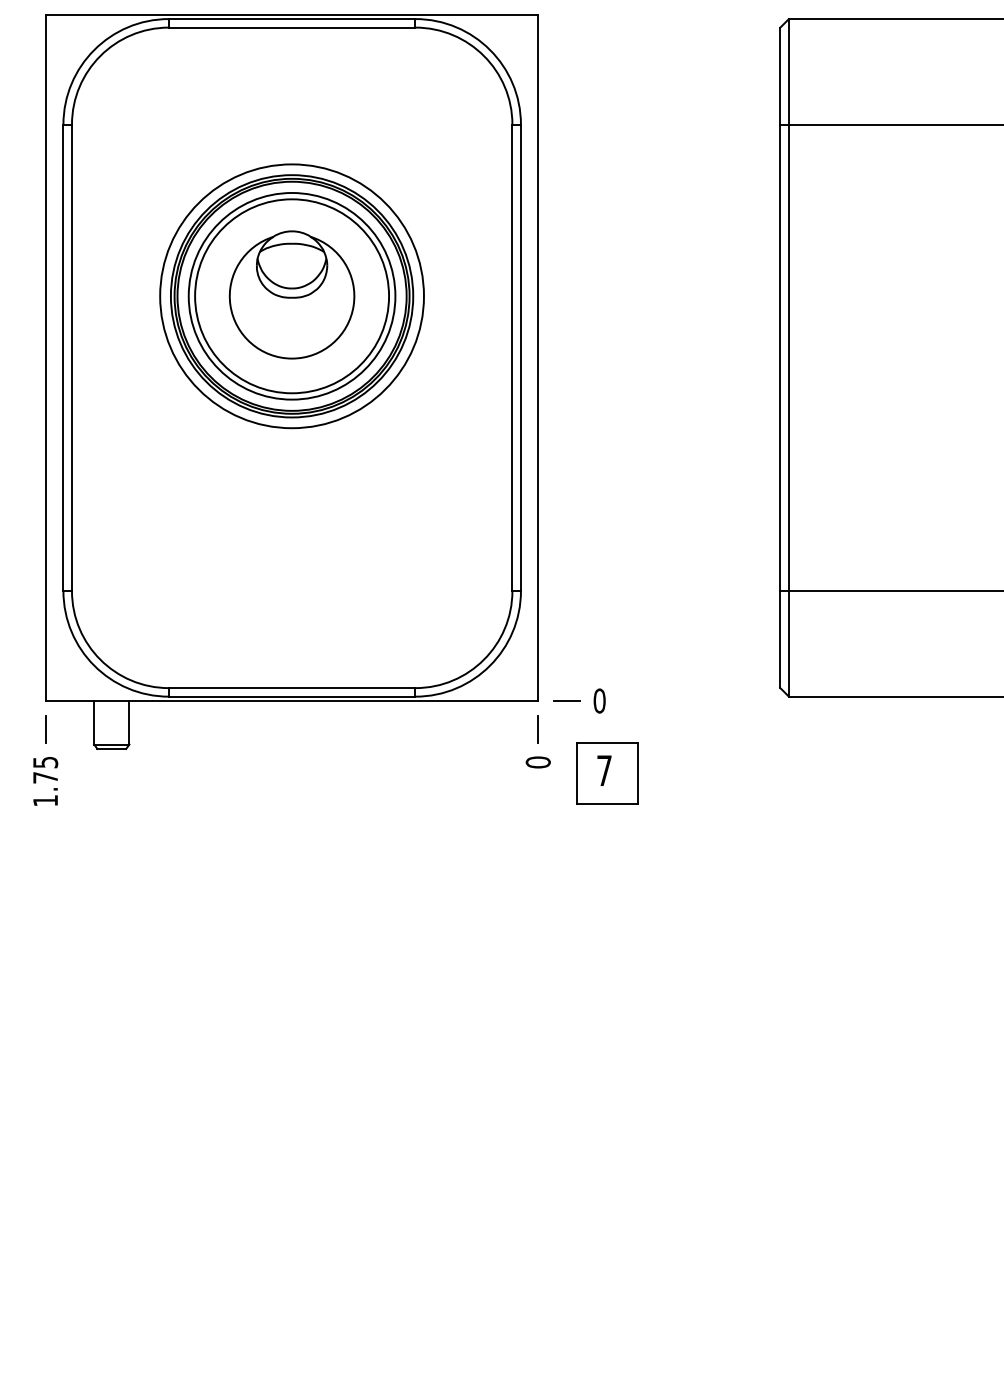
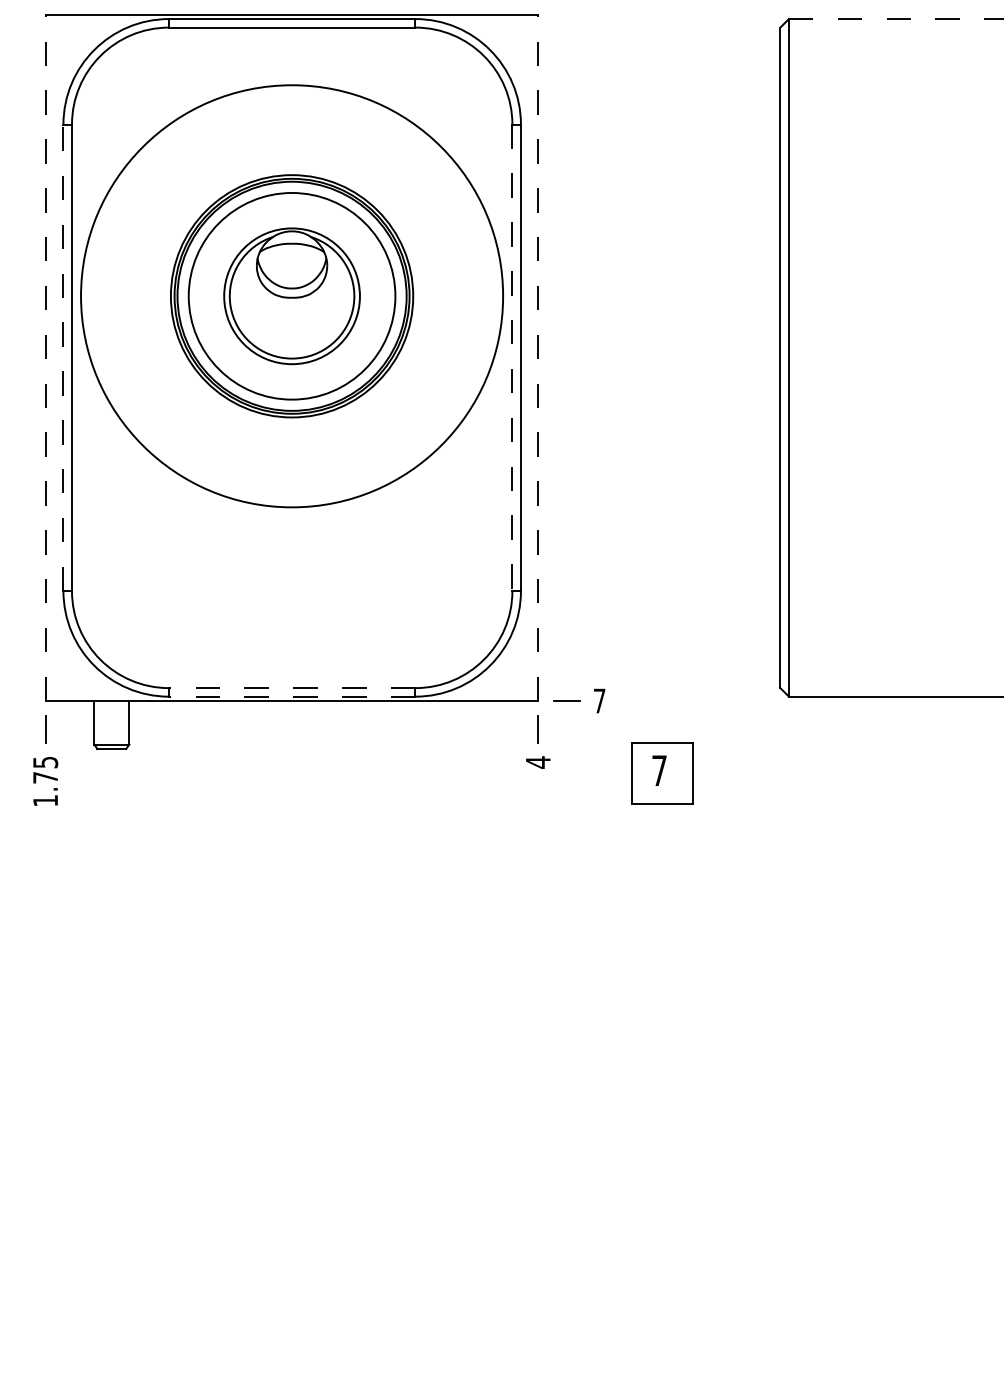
line at (896, 19): solid -> dashed
line at (890, 124): present -> none
circle at (291, 296) diameter: 264 px -> 422 px
circle at (292, 296) diameter: 194 px -> 136 px
line at (45, 357): solid -> dashed
line at (63, 357): solid -> dashed
line at (538, 357): solid -> dashed
line at (512, 358): solid -> dashed
line at (890, 591): present -> none
line at (291, 687): solid -> dashed
line at (291, 696): solid -> dashed
text at (599, 700): 0 -> 7
text at (537, 762): 0 -> 4
part at (607, 773) position: (607, 773) -> (662, 773)
